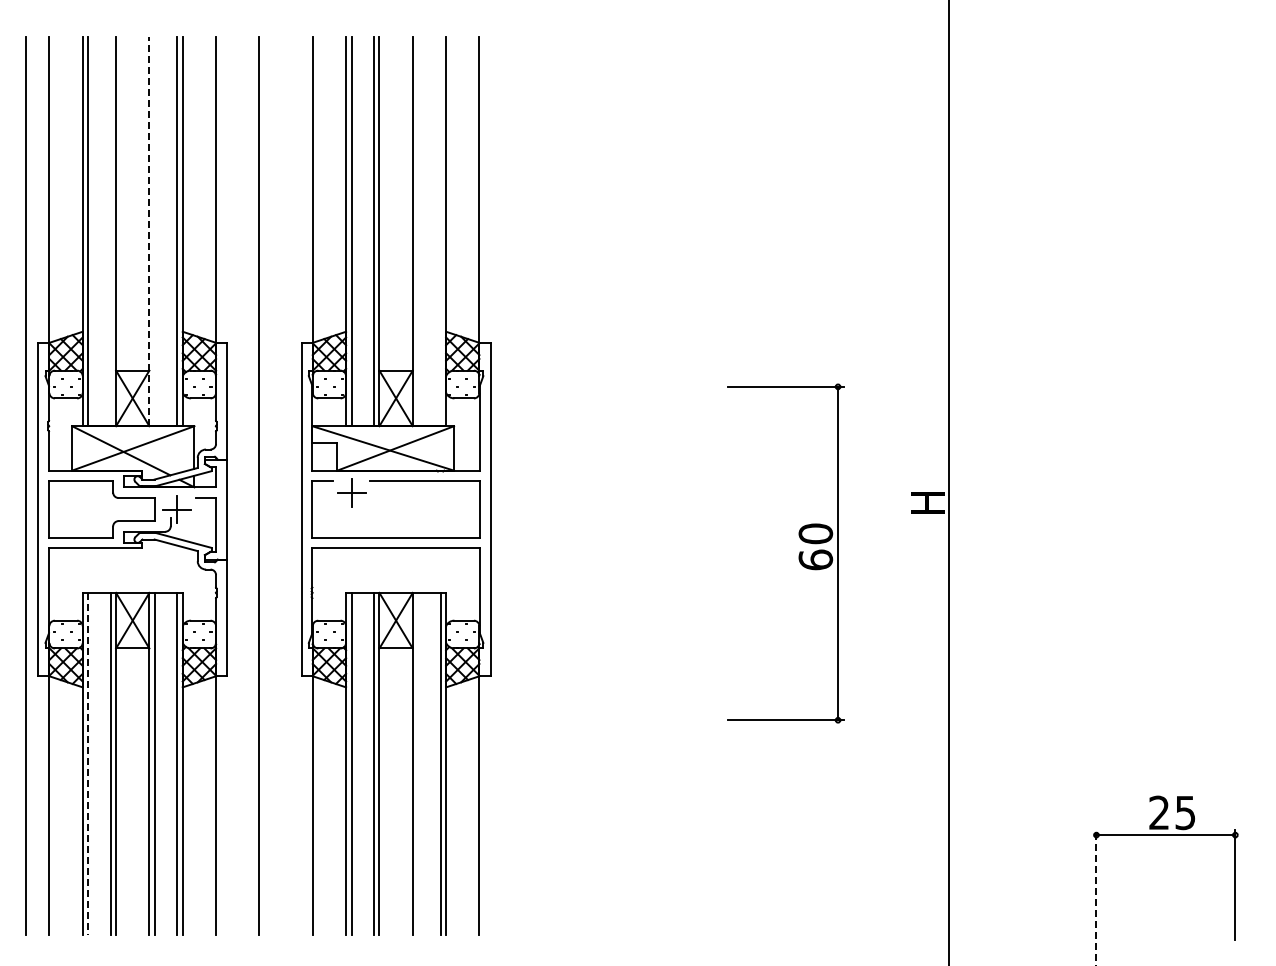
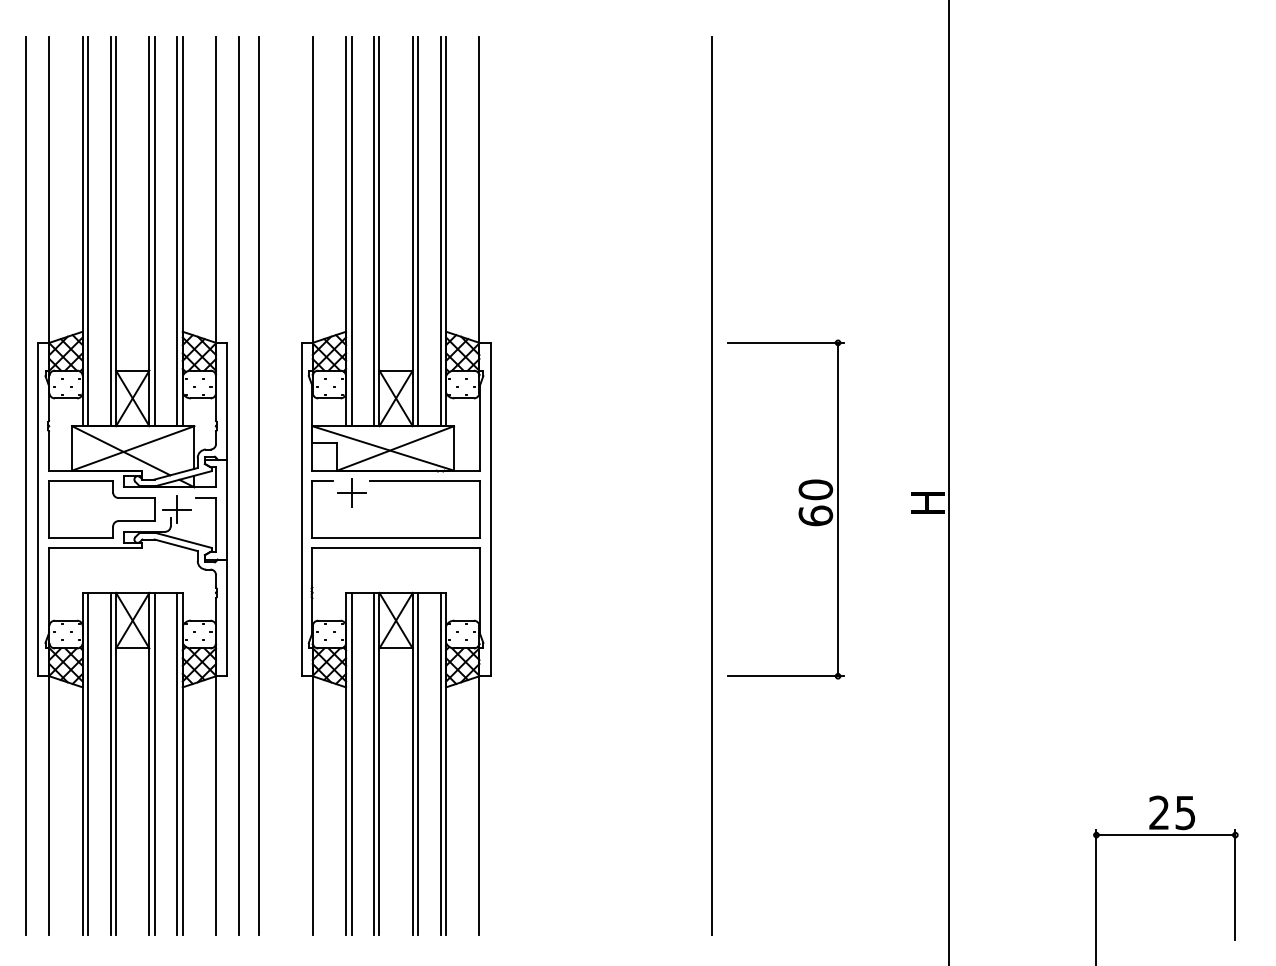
line at (110, 231): none -> present
line at (149, 231): dashed -> solid
line at (154, 231): none -> present
line at (418, 231): none -> present
line at (440, 231): none -> present
line at (239, 485): none -> present
line at (711, 485): none -> present
part at (798, 555) position: (798, 555) -> (798, 511)
line at (88, 763): dashed -> solid
line at (418, 763): none -> present
line at (1096, 897): dashed -> solid
